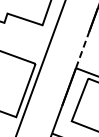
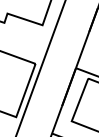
line at (82, 49): dashed -> solid
